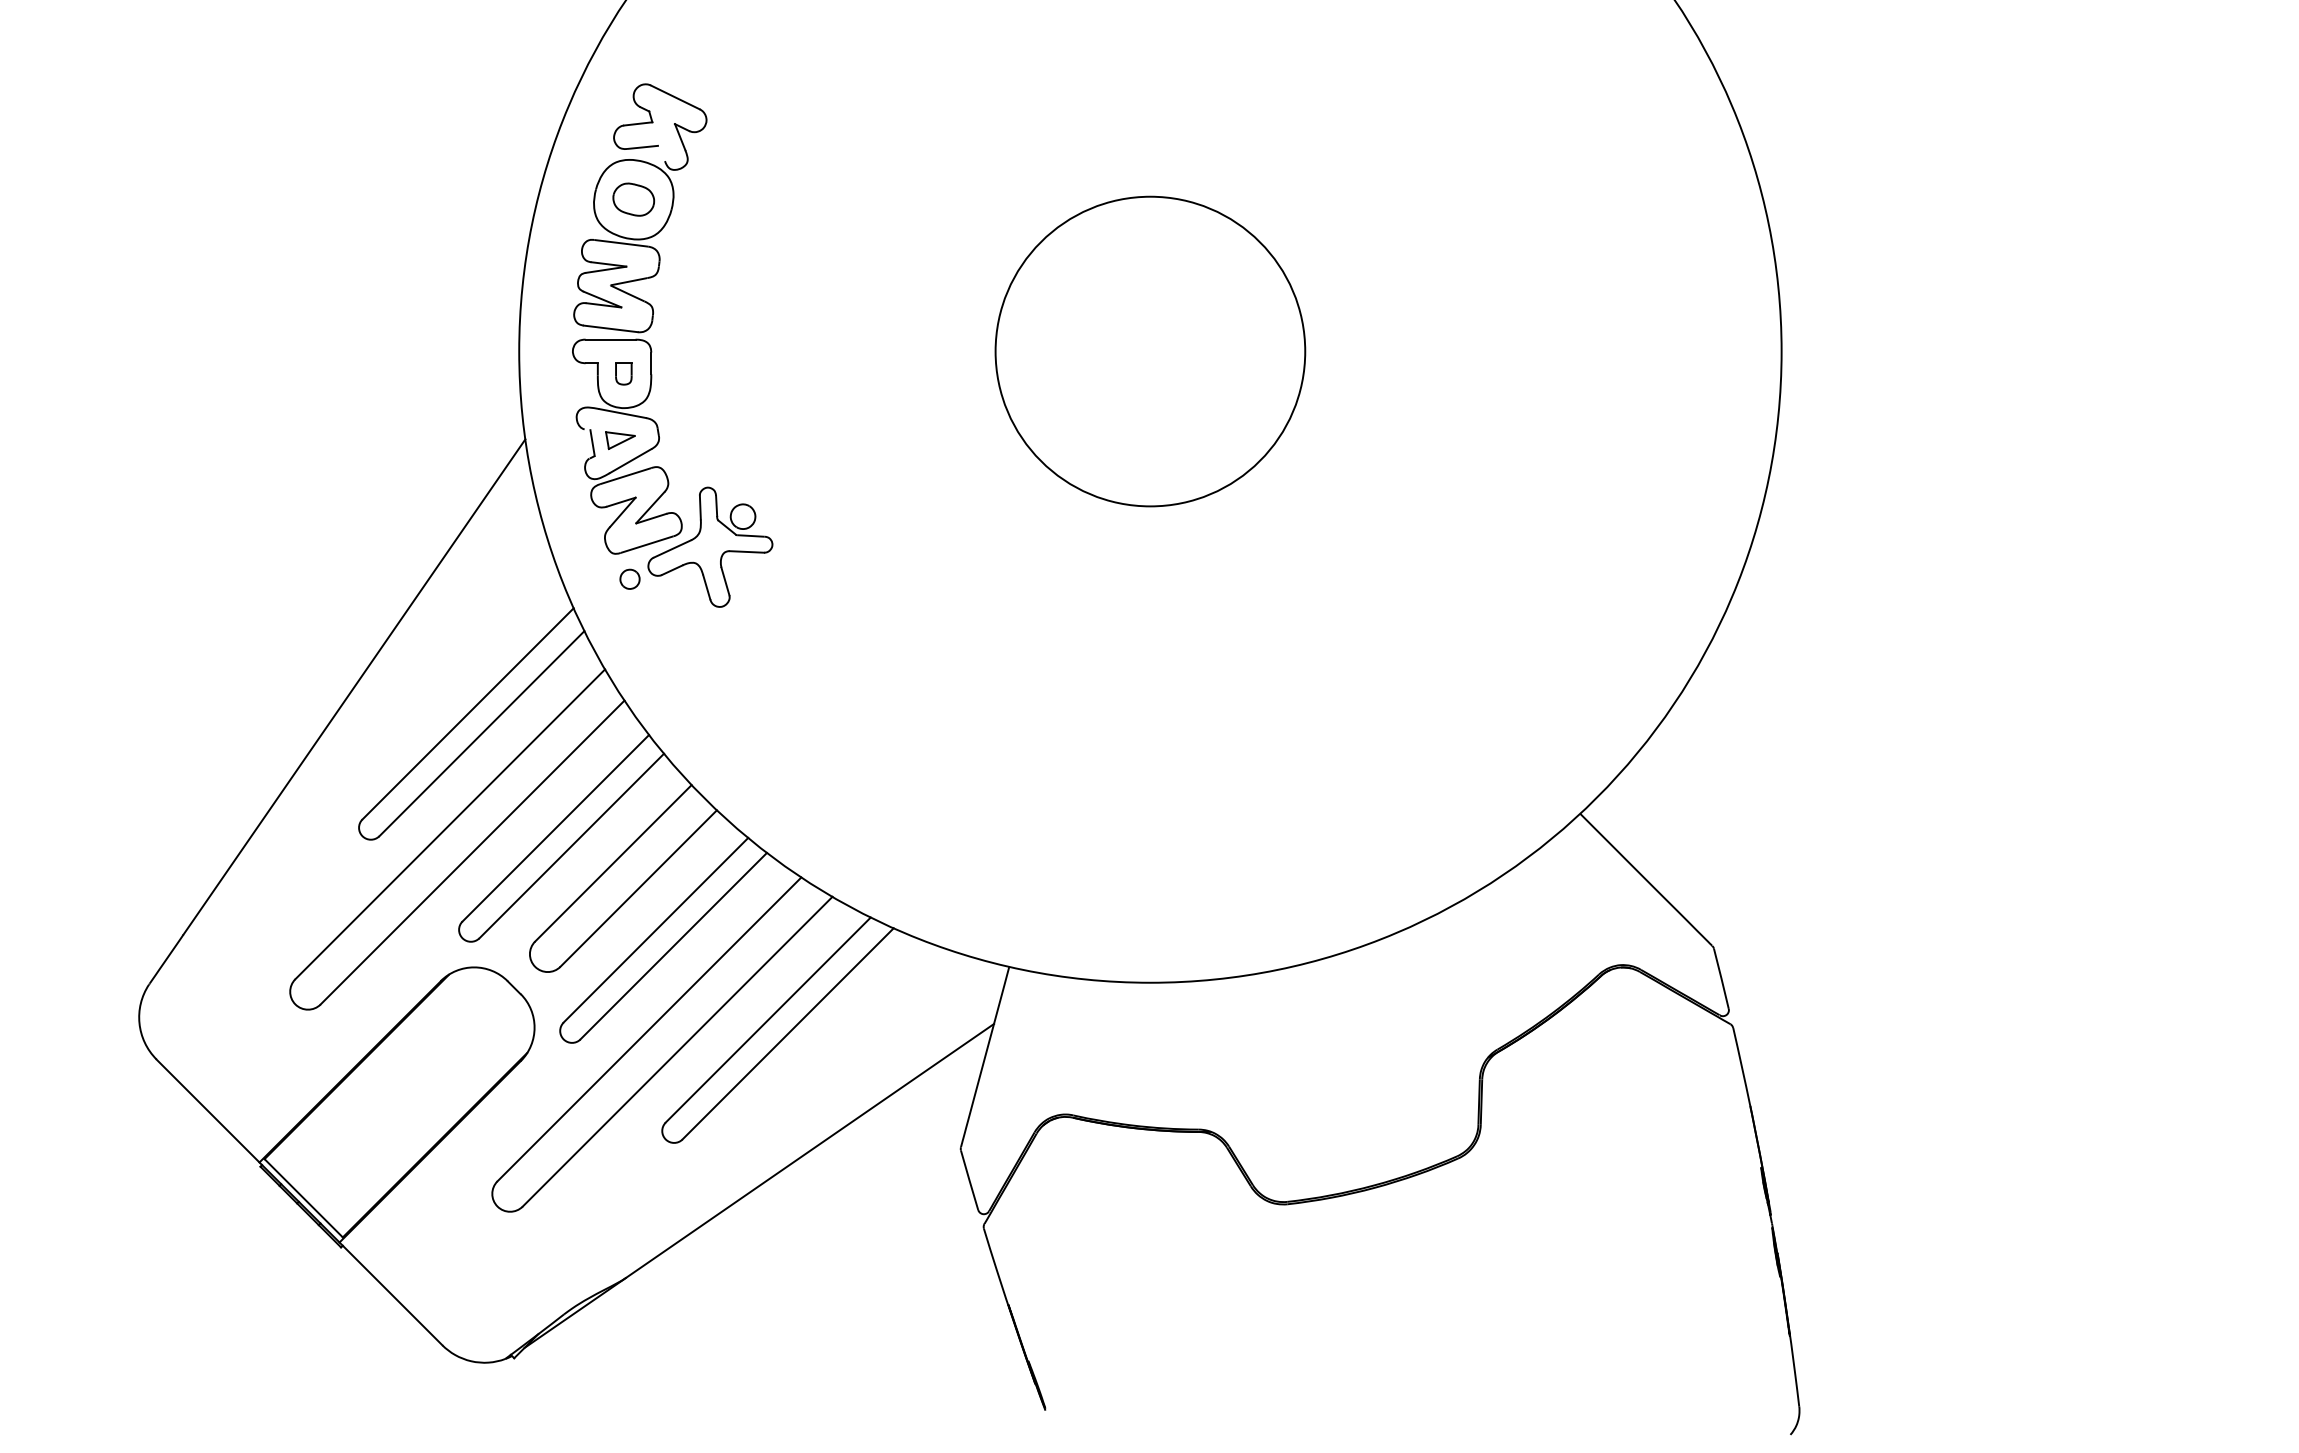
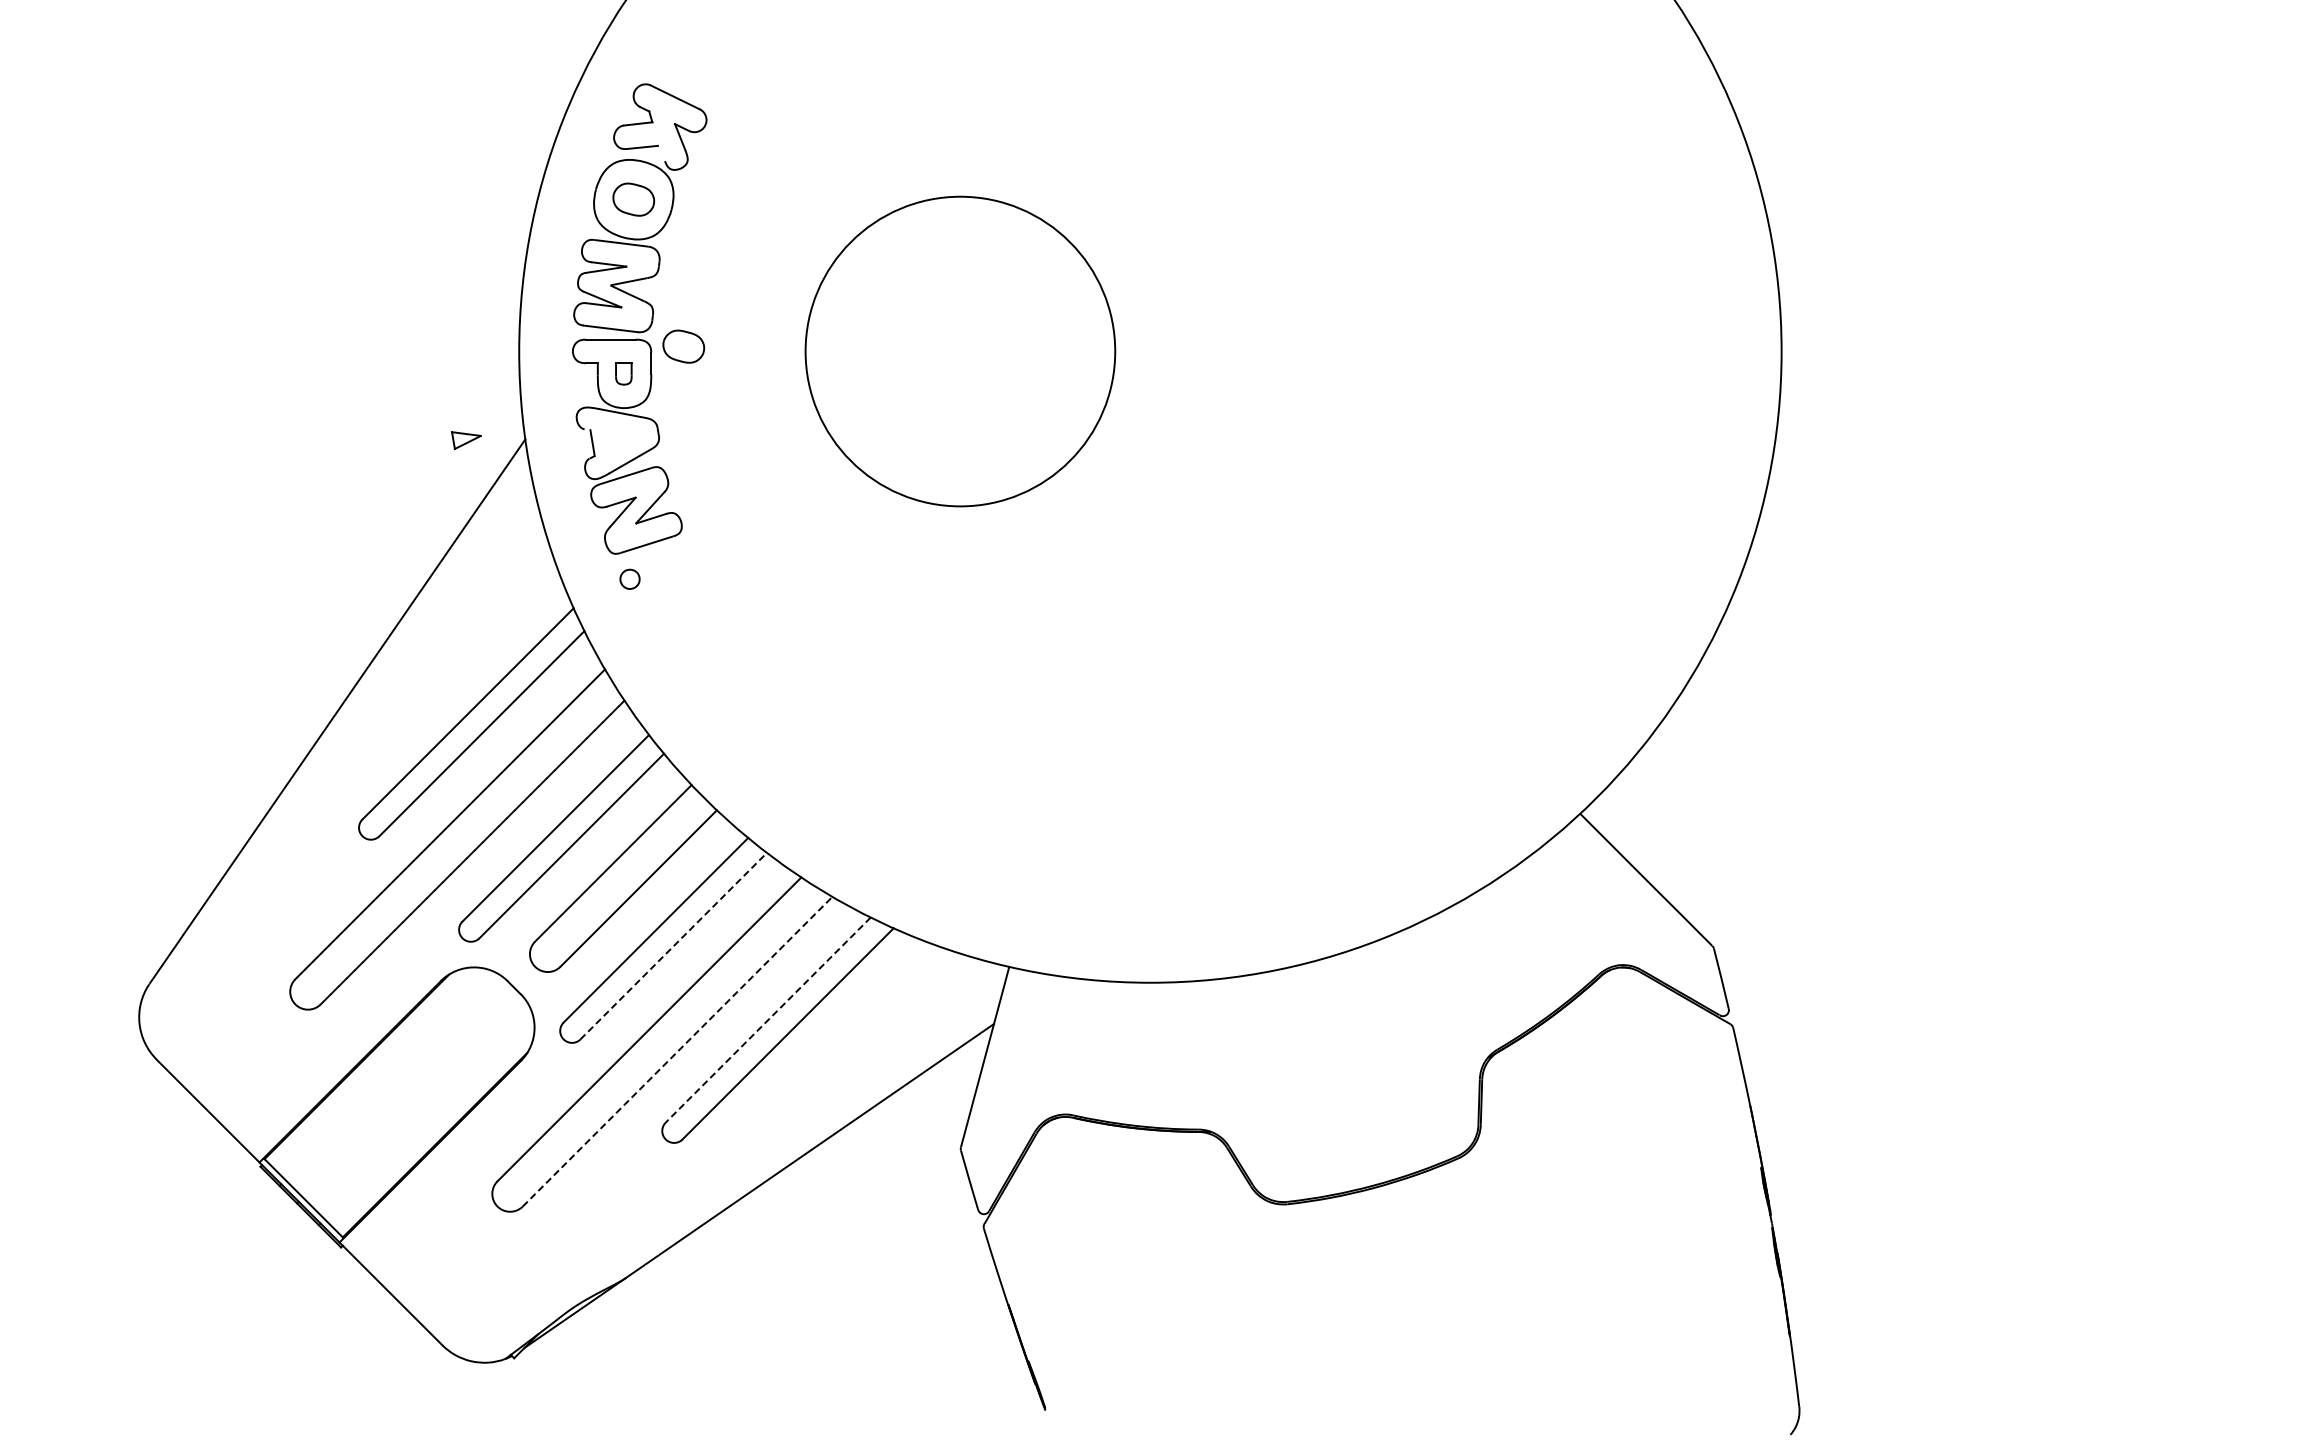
part at (683, 346): none -> present
circle at (1150, 351) position: (1150, 351) -> (960, 351)
part at (620, 440) position: (620, 440) -> (466, 440)
part at (710, 546): present -> none
line at (673, 946): solid -> dashed
line at (767, 1020): solid -> dashed
line at (678, 1051): solid -> dashed
